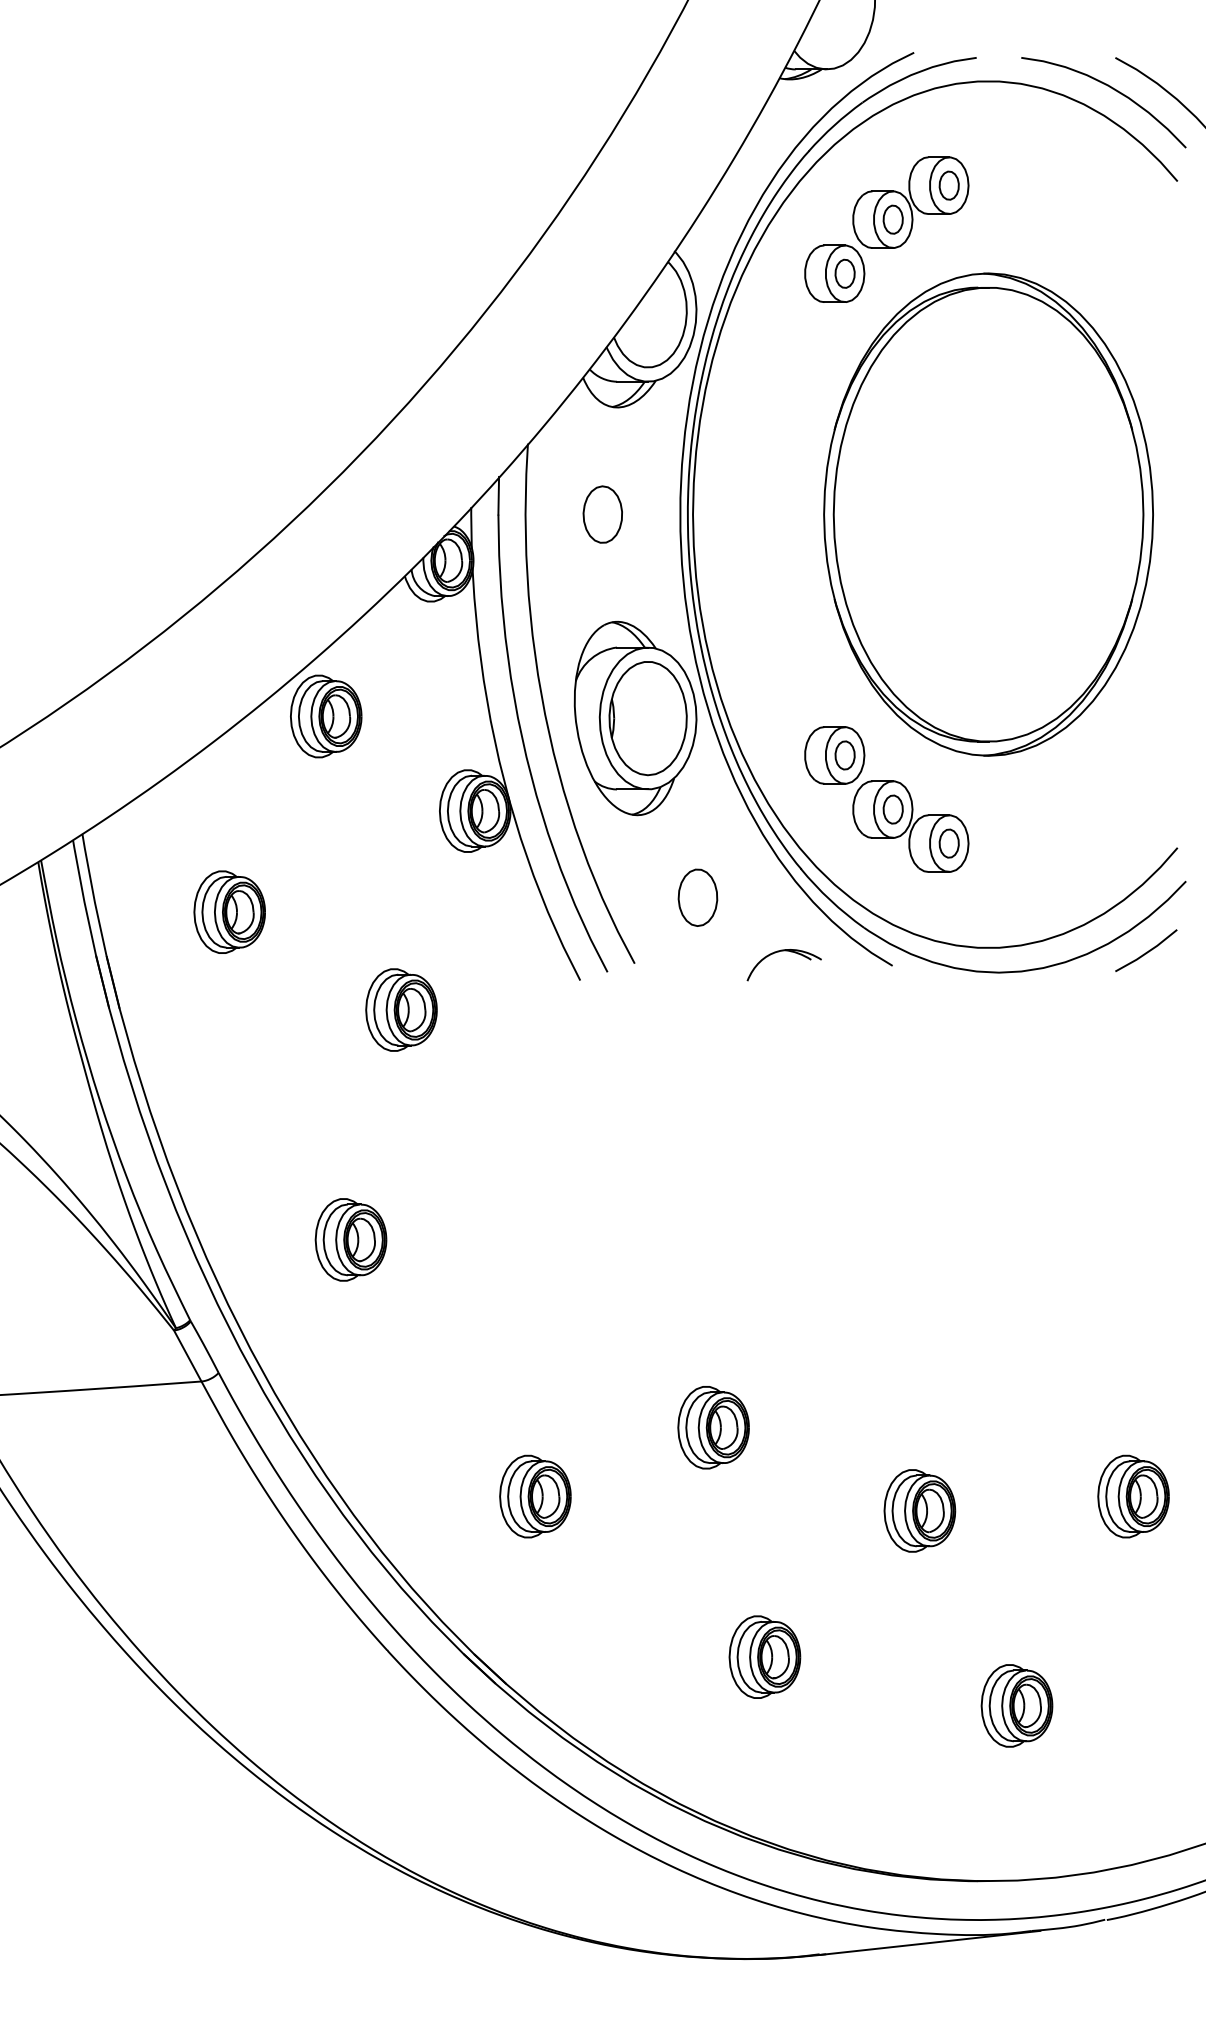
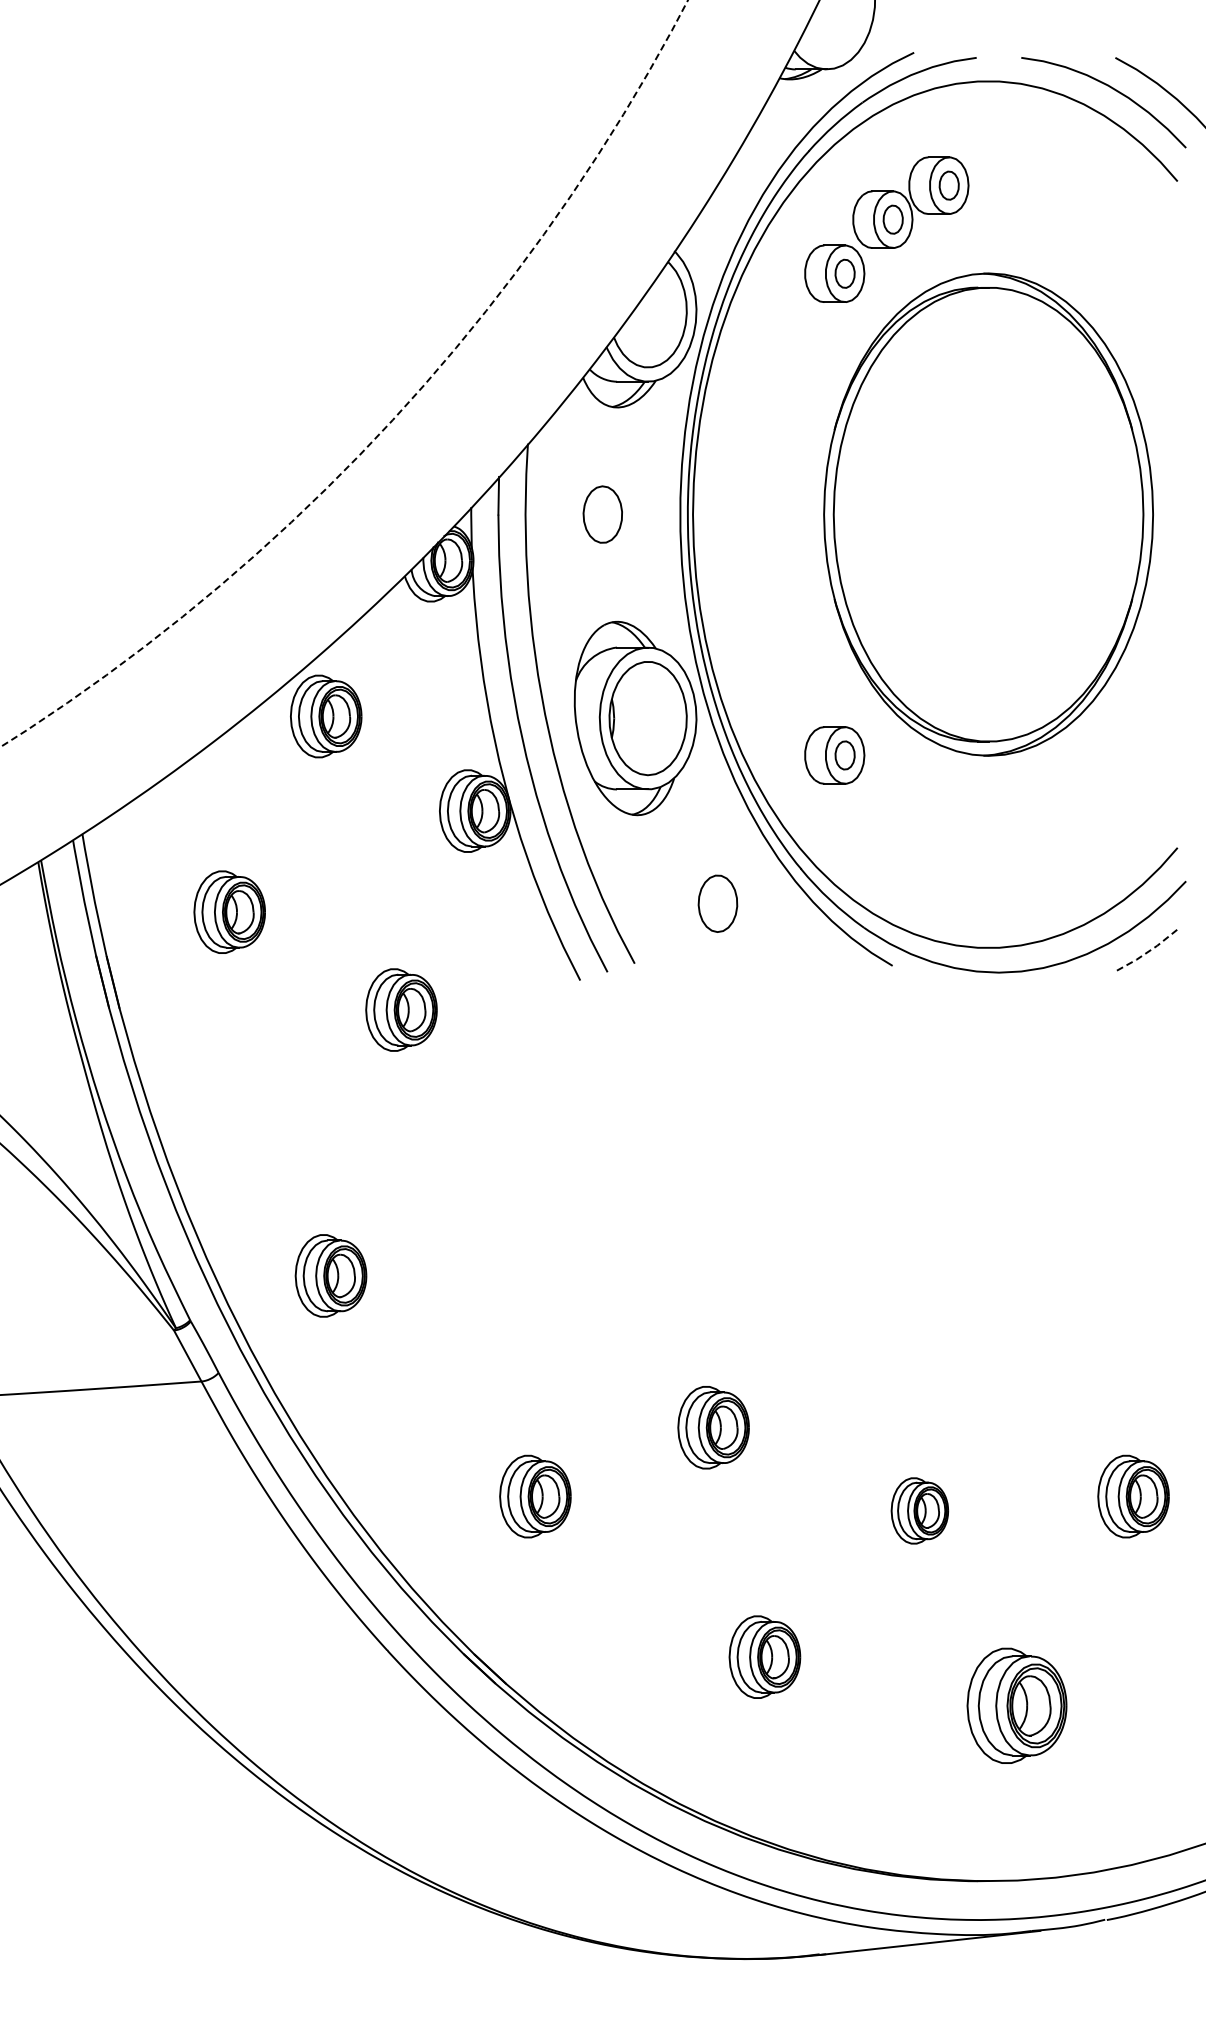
arc at (393, 419): solid -> dashed
part at (910, 826): present -> none
part at (697, 897) position: (697, 897) -> (717, 903)
part at (779, 952): present -> none
line at (1147, 952): solid -> dashed
part at (350, 1239) position: (350, 1239) -> (330, 1275)
part at (919, 1510) size: 74x84 px -> 60x68 px
part at (1016, 1705) size: 74x84 px -> 102x117 px
